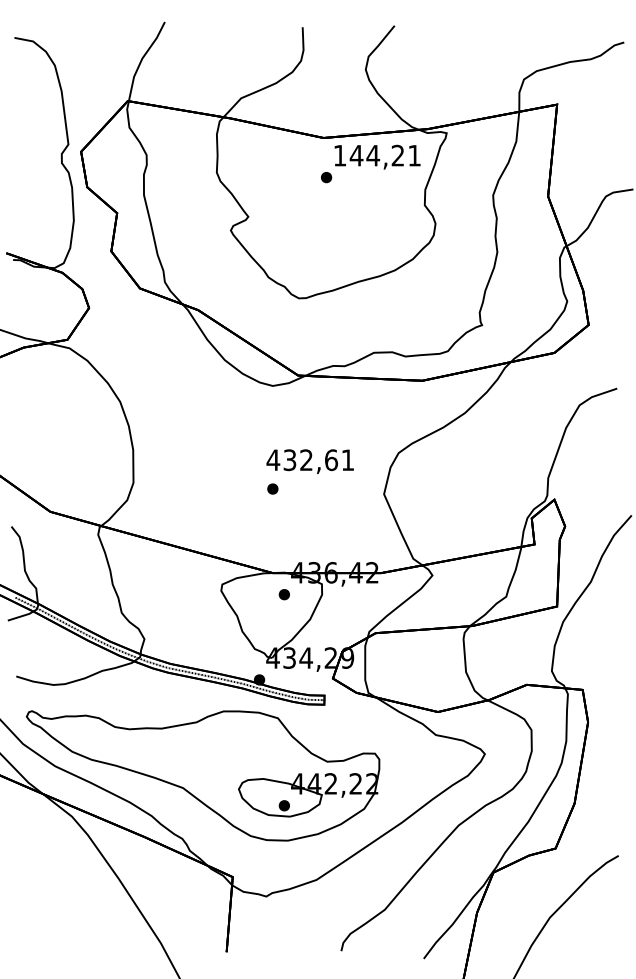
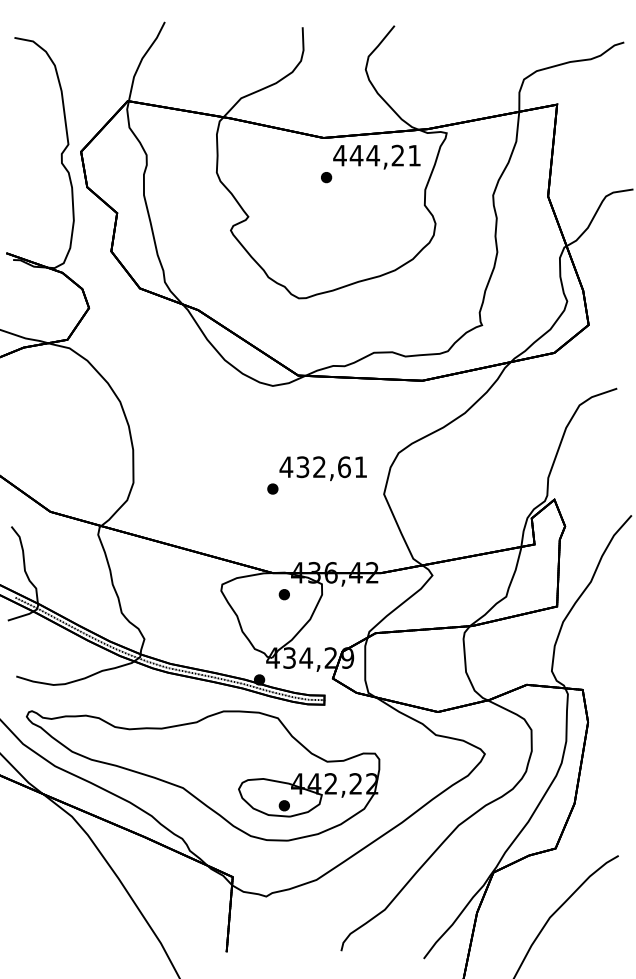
text at (339, 155): 144,21 -> 444,21
text at (309, 461) position: (309, 461) -> (322, 468)
